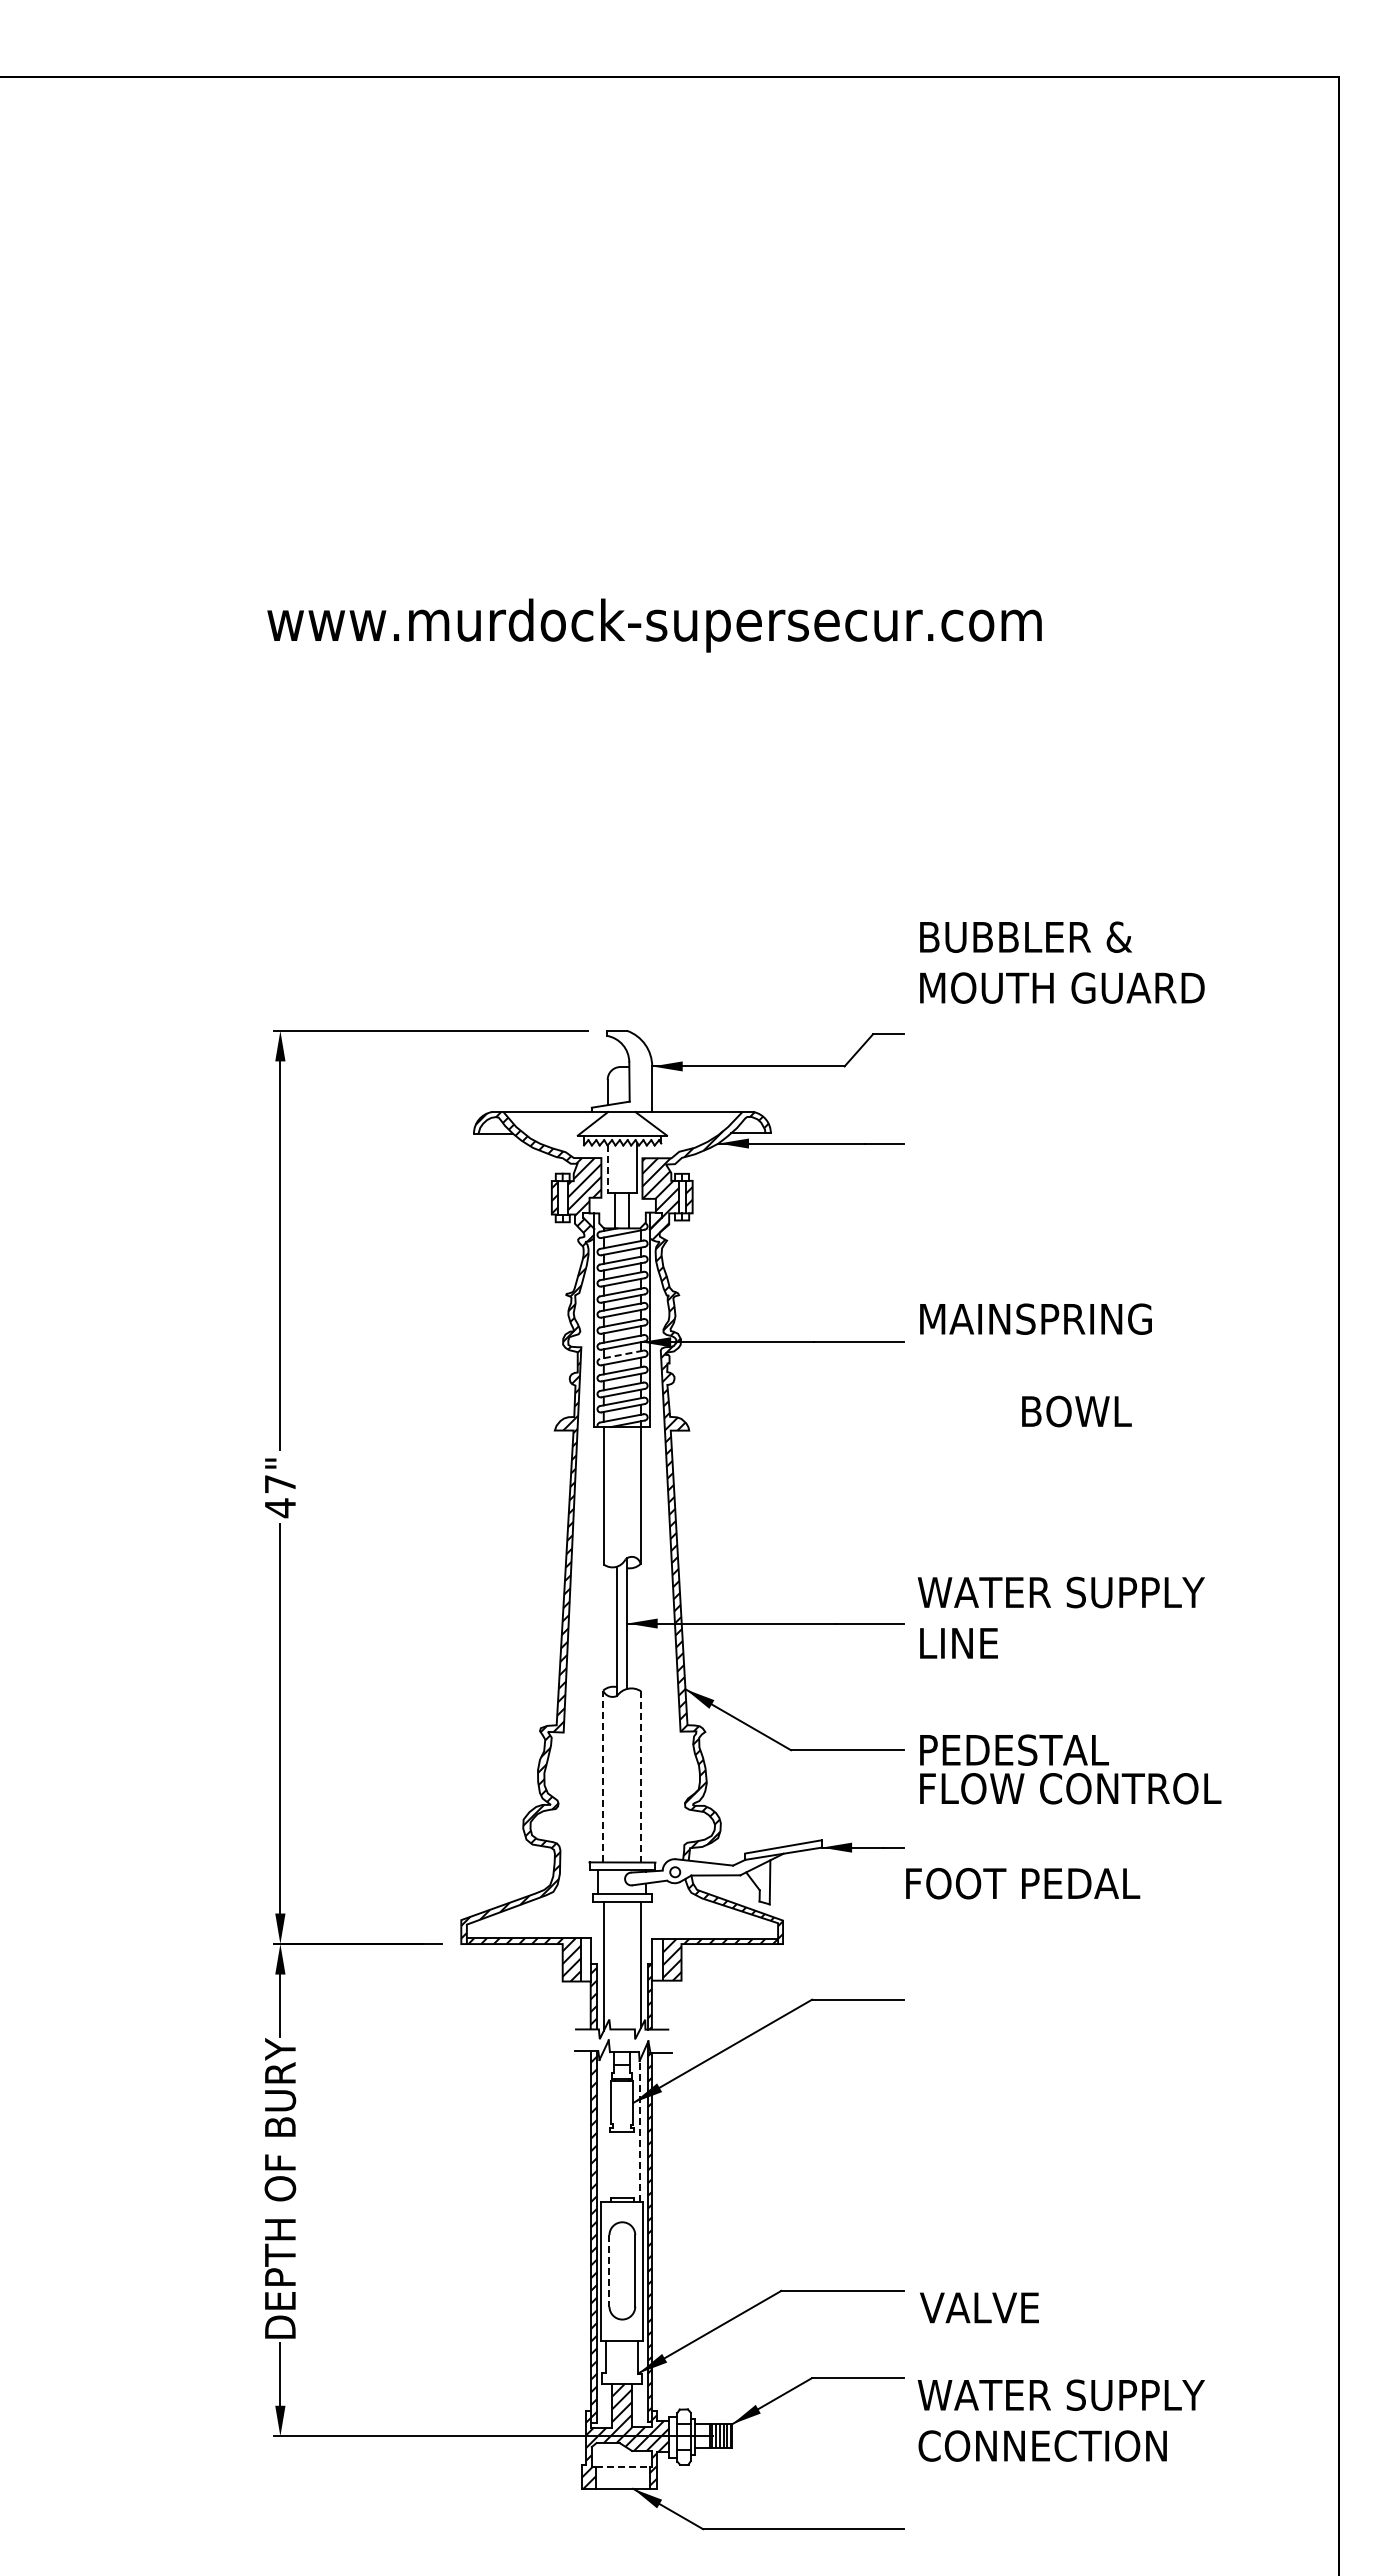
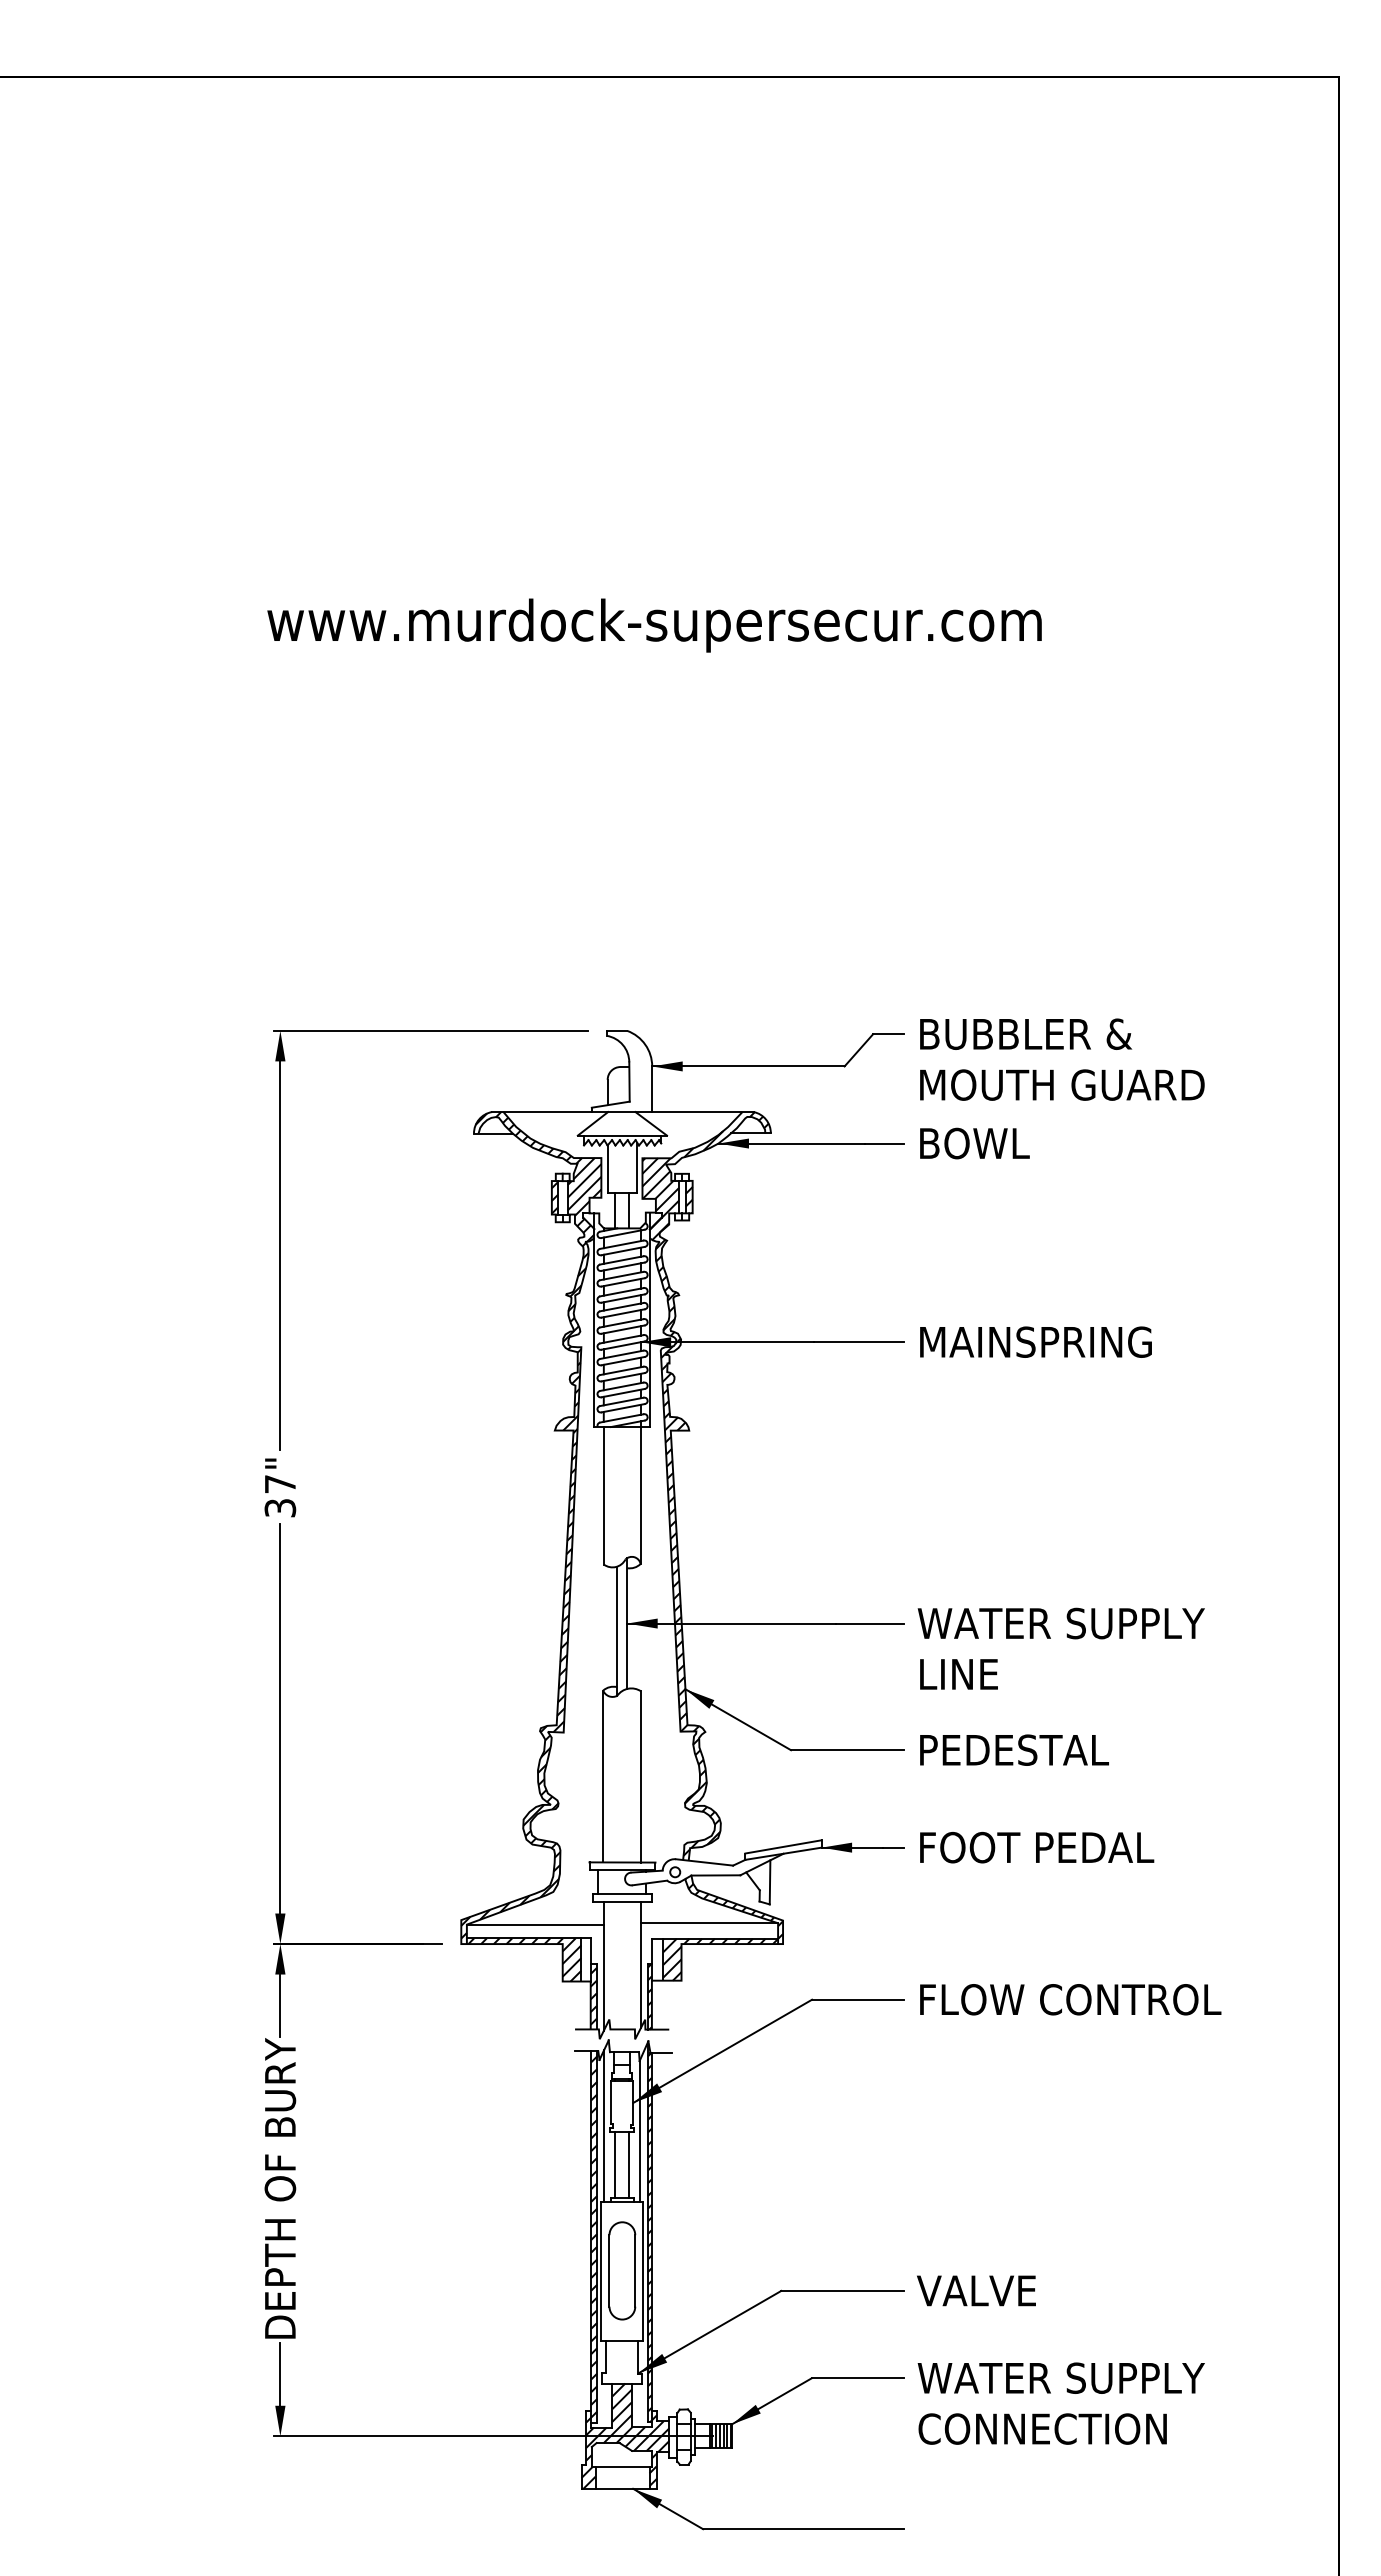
text at (1062, 962) position: (1062, 962) -> (1062, 1059)
line at (607, 1169): dashed -> solid
text at (1035, 1318) position: (1035, 1318) -> (1035, 1341)
line at (621, 1354): dashed -> solid
text at (1076, 1411) position: (1076, 1411) -> (974, 1143)
text at (280, 1508): 47" -> 37"
text at (1060, 1617) position: (1060, 1617) -> (1060, 1648)
line at (603, 1776): dashed -> solid
line at (641, 1776): dashed -> solid
text at (1070, 1788) position: (1070, 1788) -> (1070, 1999)
text at (1023, 1883) position: (1023, 1883) -> (1037, 1847)
line at (709, 1923): none -> present
line at (534, 1924): none -> present
line at (604, 2126): none -> present
line at (639, 2130): dashed -> solid
line at (615, 2164): none -> present
line at (629, 2164): none -> present
line at (609, 2270): dashed -> solid
text at (979, 2307) position: (979, 2307) -> (976, 2290)
text at (1060, 2420) position: (1060, 2420) -> (1060, 2403)
line at (622, 2466): dashed -> solid
